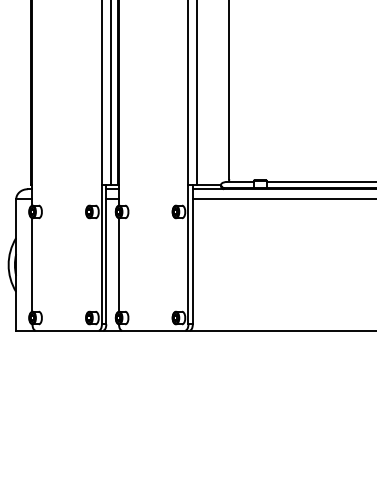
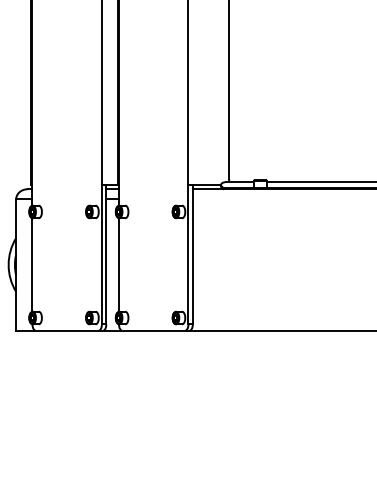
line at (110, 93): present -> none
line at (197, 93): present -> none
line at (282, 199): present -> none
